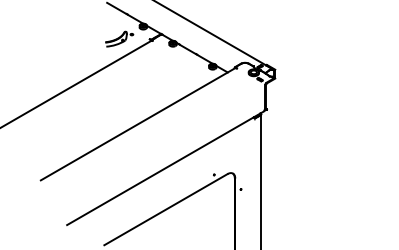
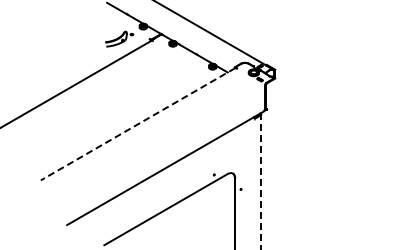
line at (137, 124): solid -> dashed
line at (261, 181): solid -> dashed
